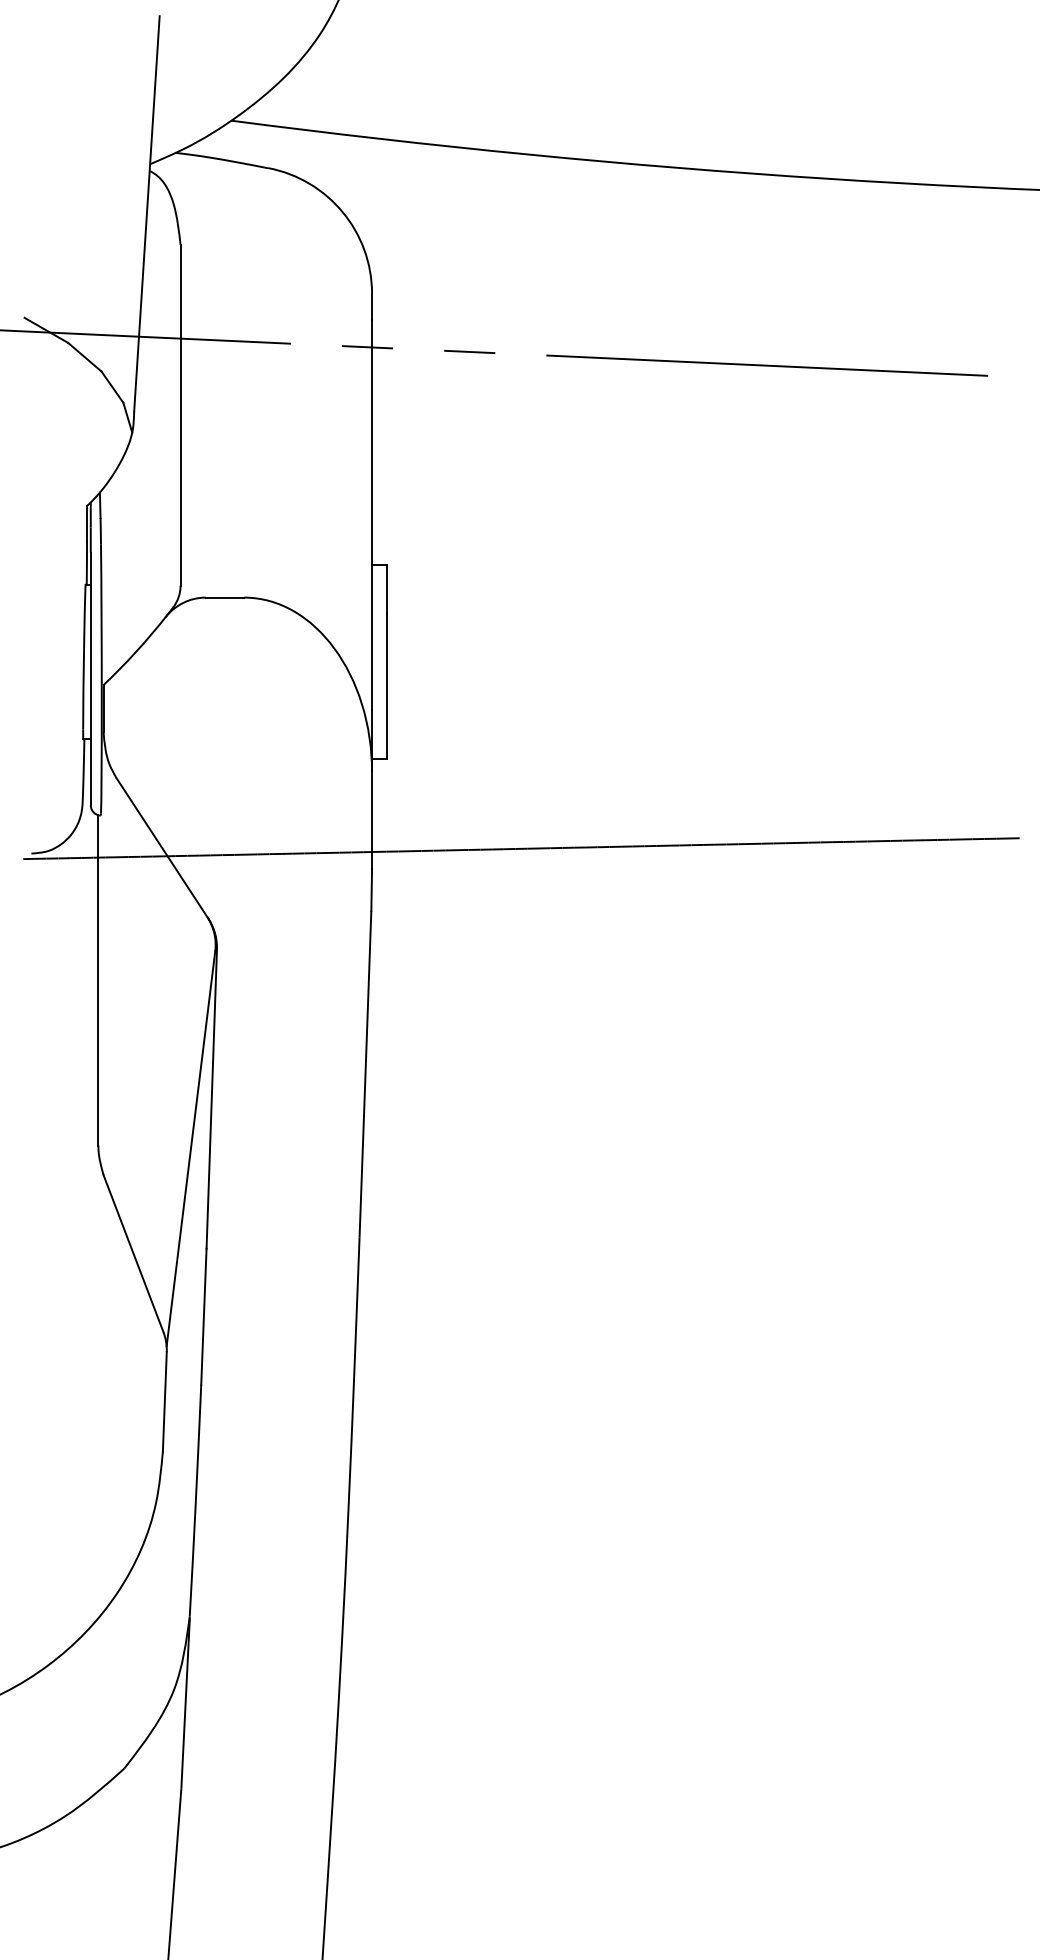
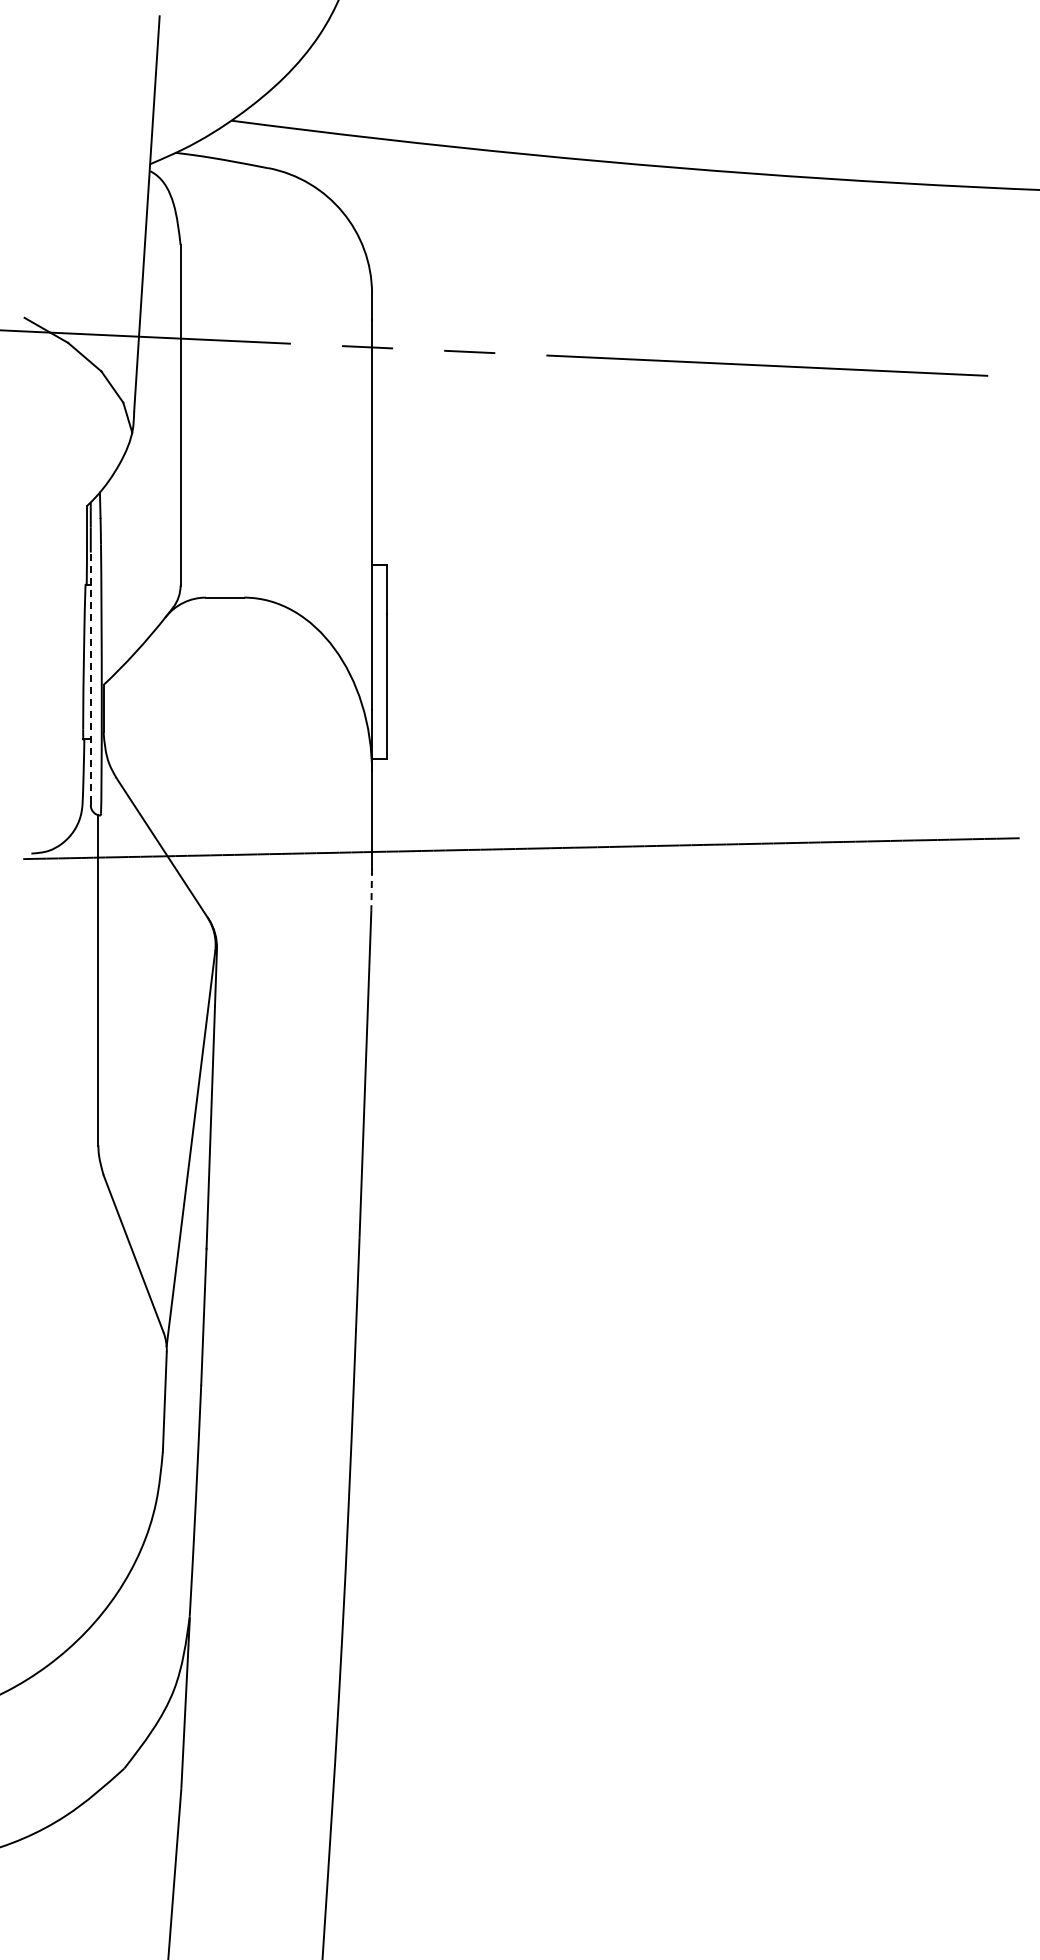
line at (90, 677): solid -> dashed
line at (371, 889): solid -> dashed
